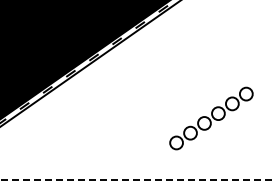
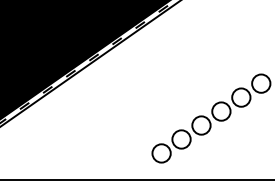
part at (211, 118) size: 85x65 px -> 121x91 px
line at (137, 180): dashed -> solid
